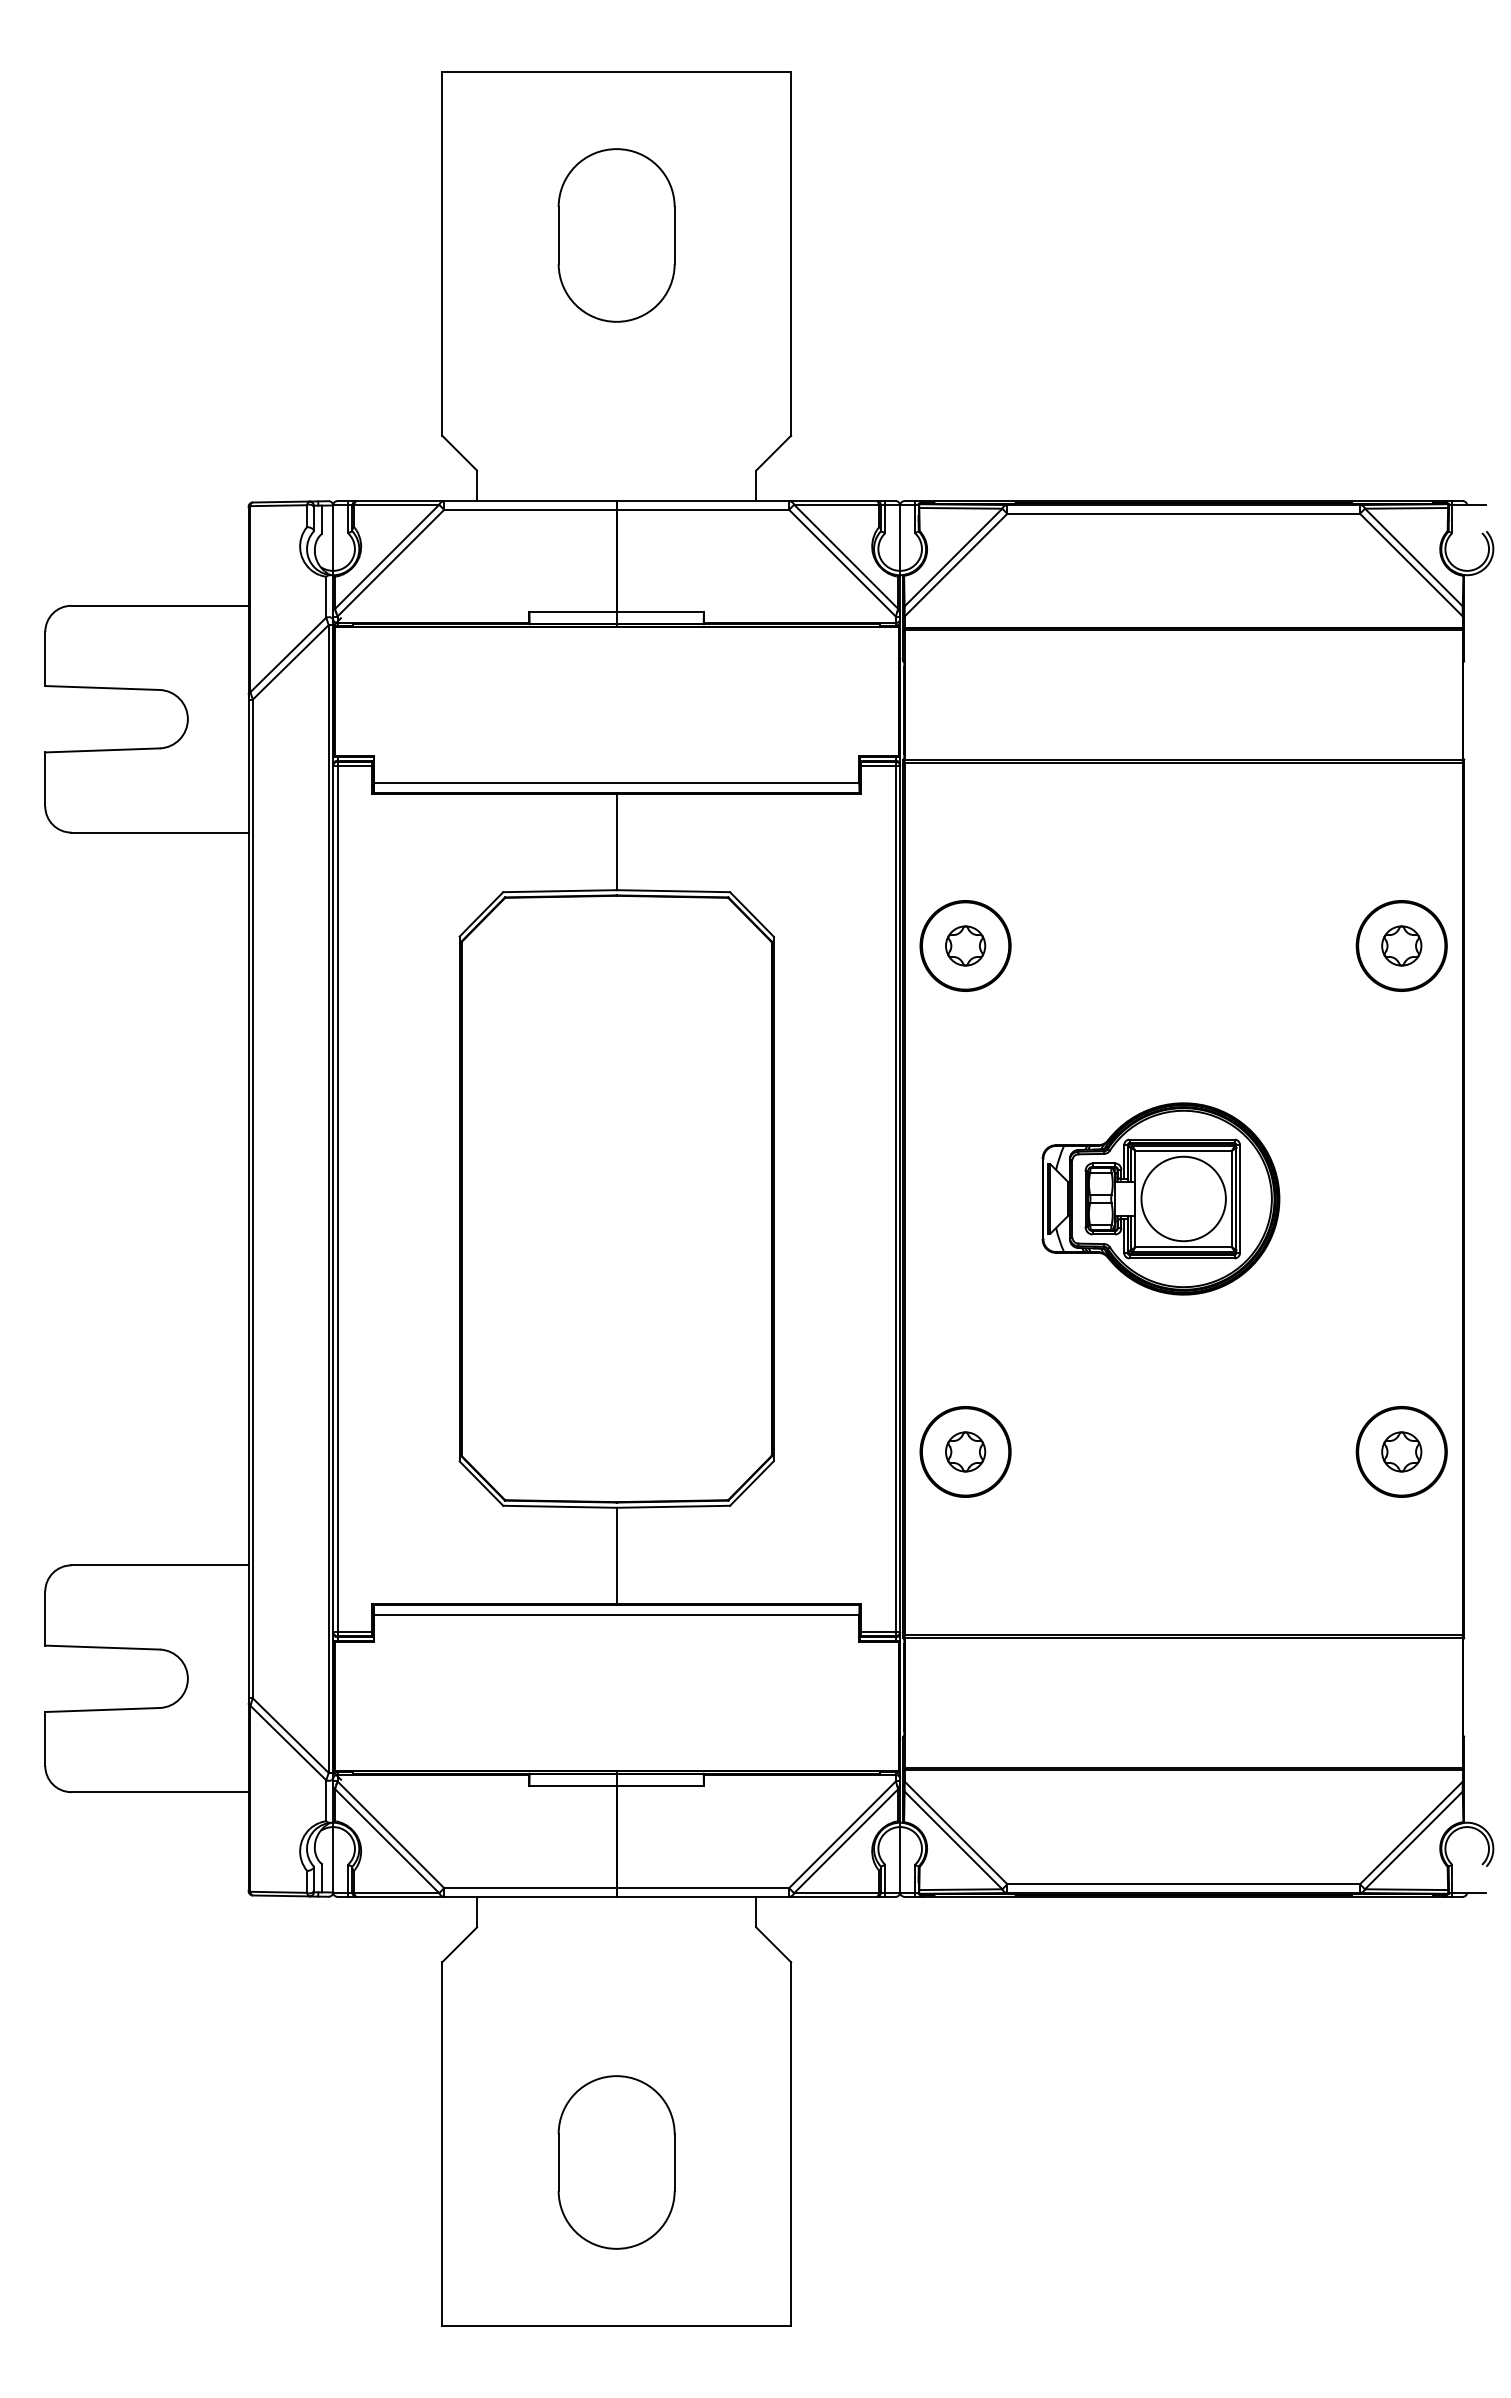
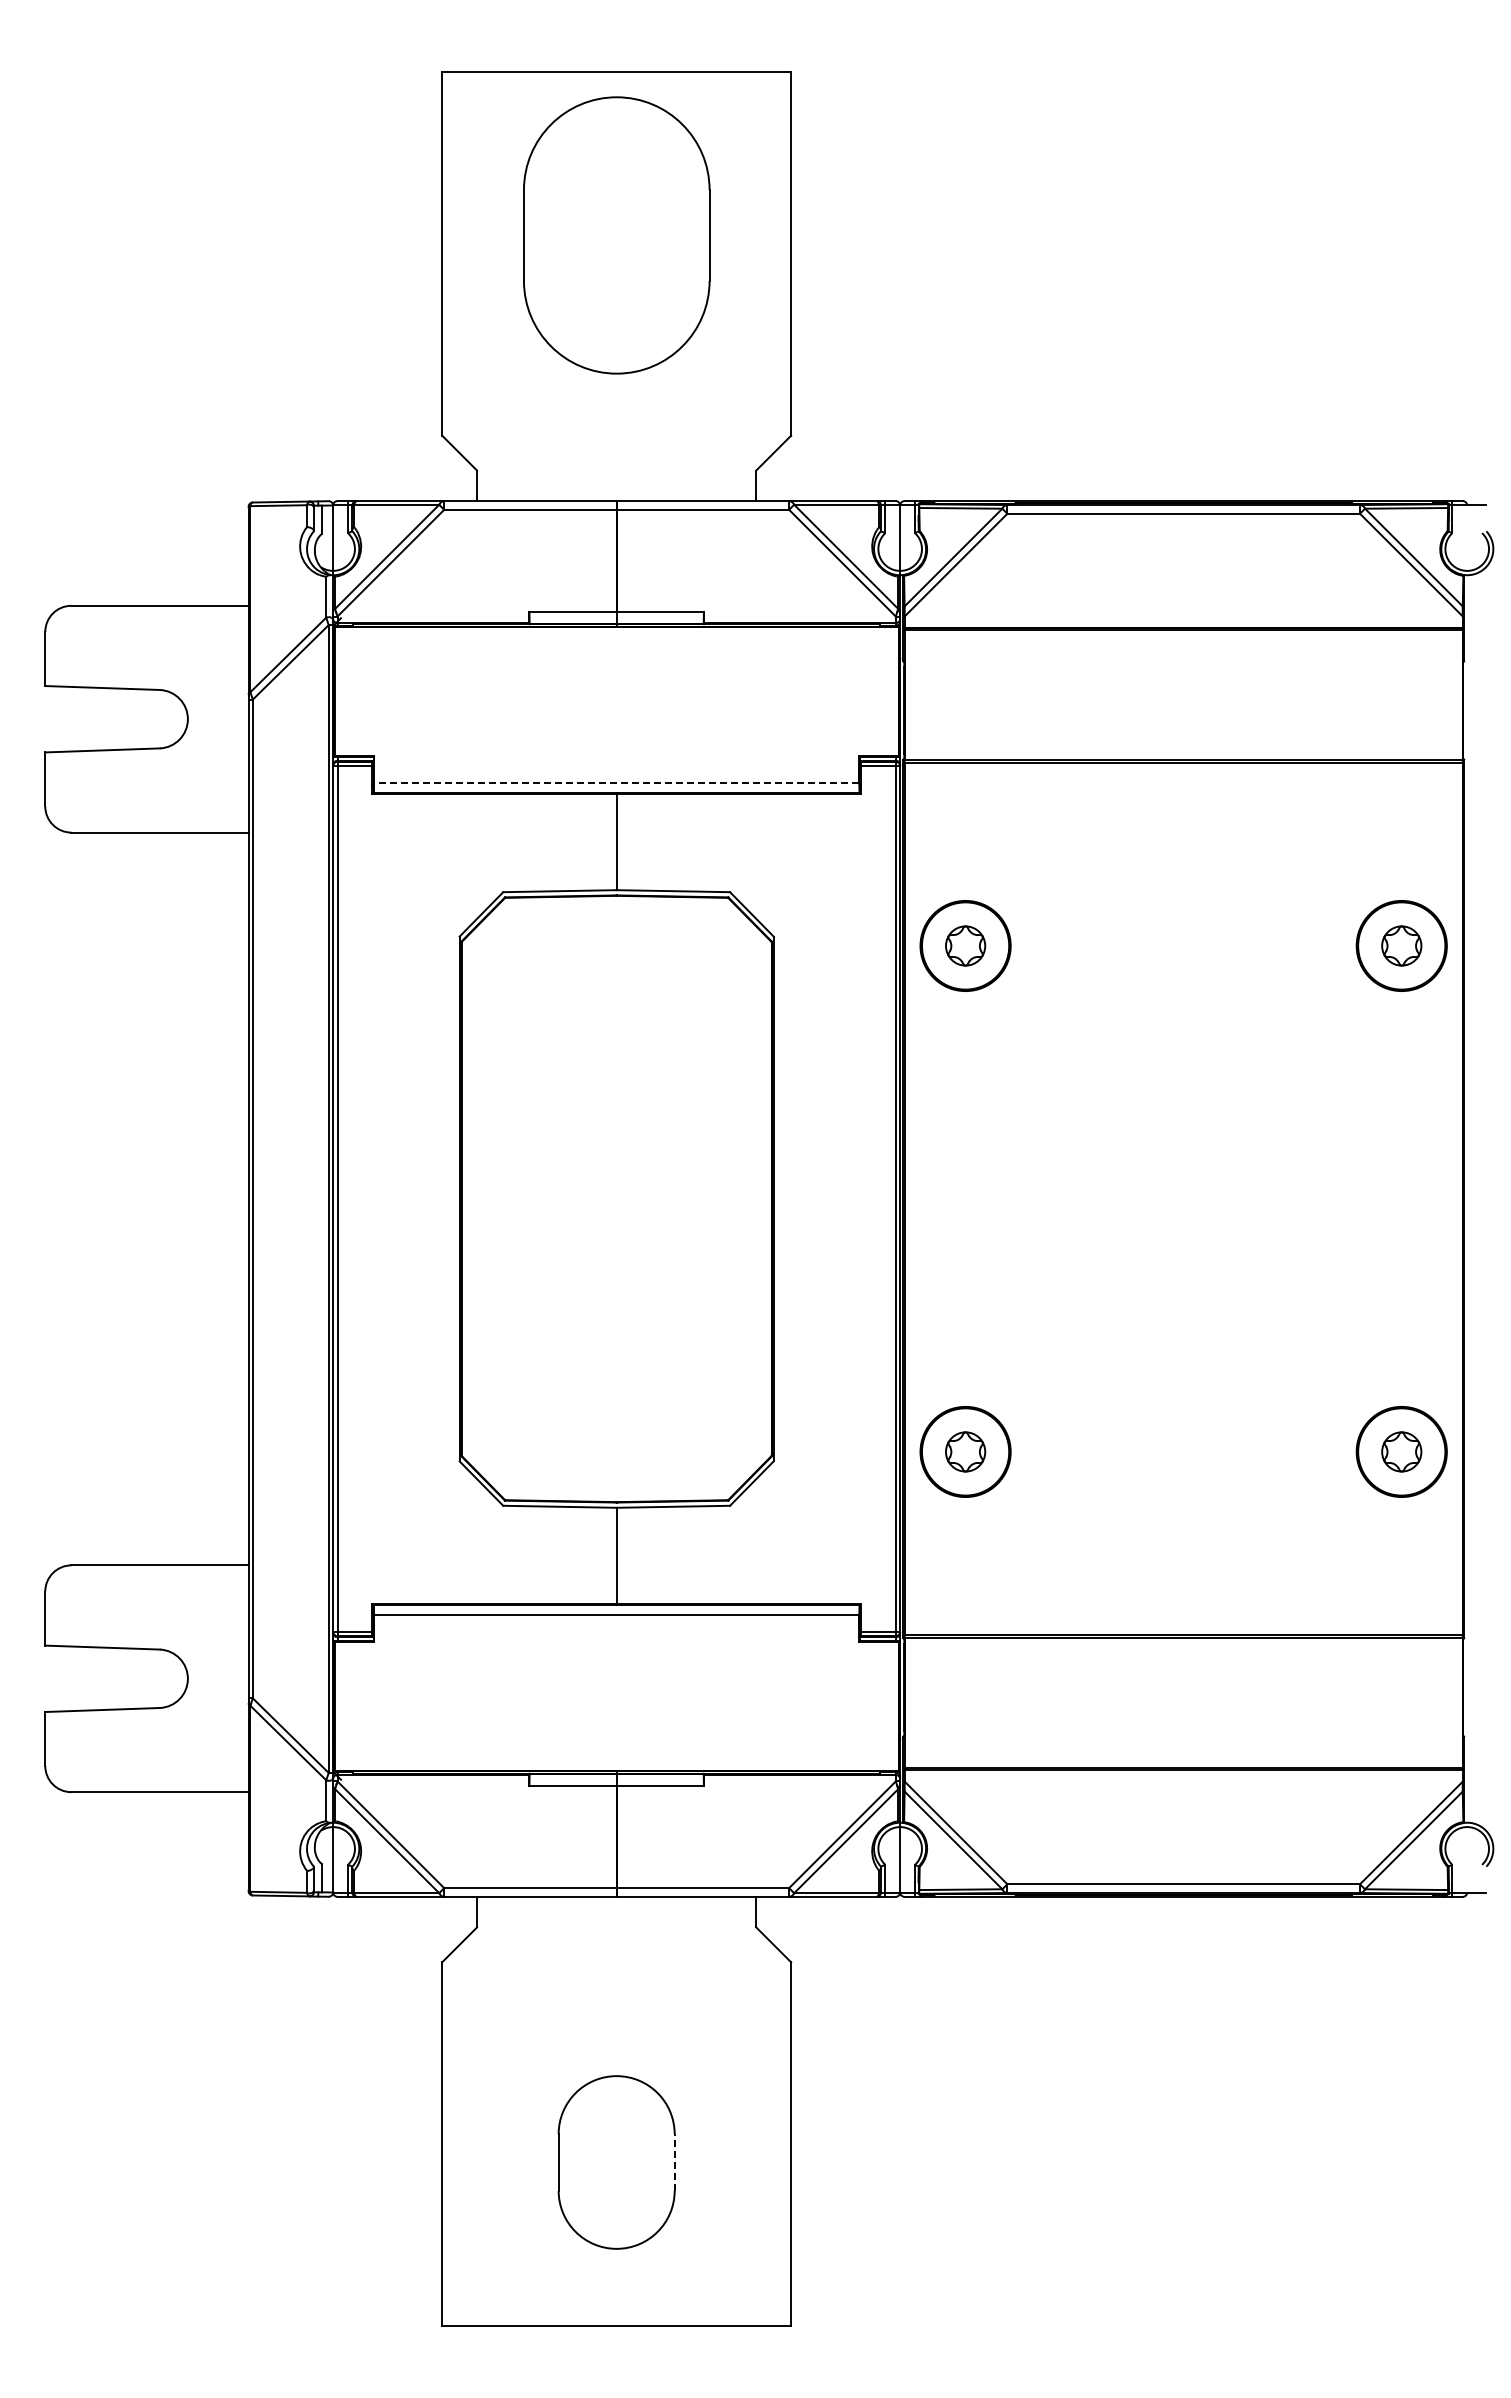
part at (616, 235) size: 119x175 px -> 188x279 px
line at (616, 782): solid -> dashed
part at (1160, 1198): present -> none
line at (674, 2161): solid -> dashed
